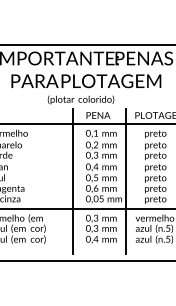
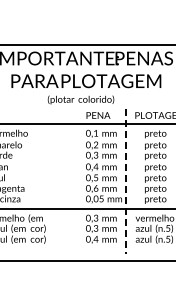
line at (72, 180): present -> none
line at (125, 181): solid -> dashed
